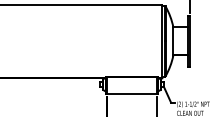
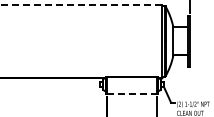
line at (81, 5): solid -> dashed
line at (132, 93): solid -> dashed
